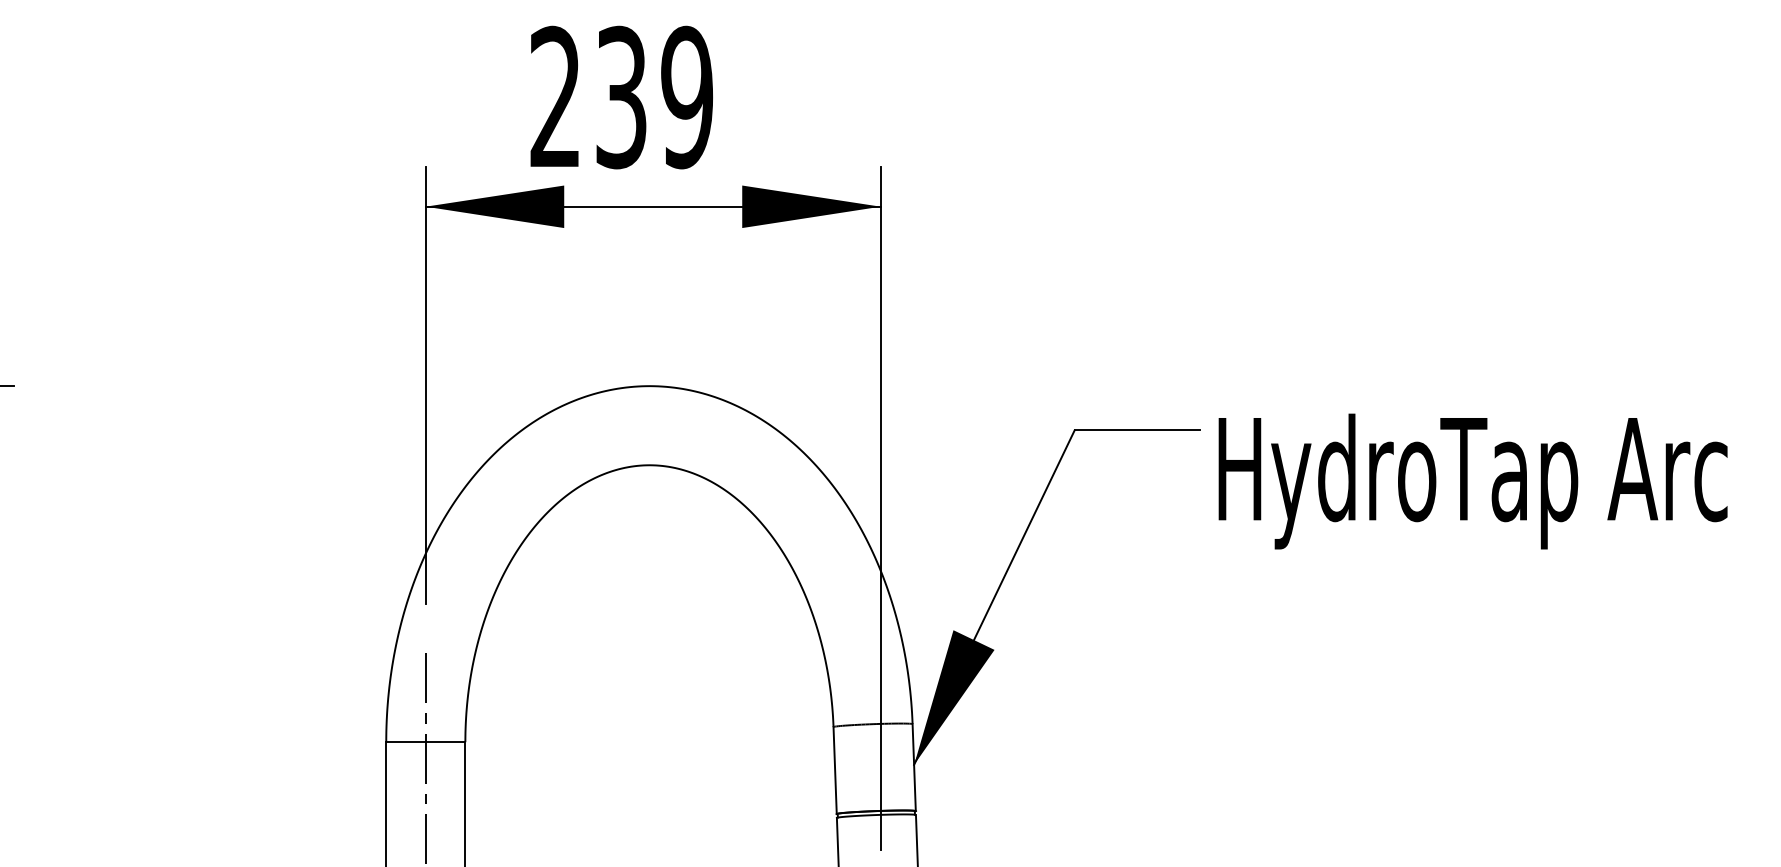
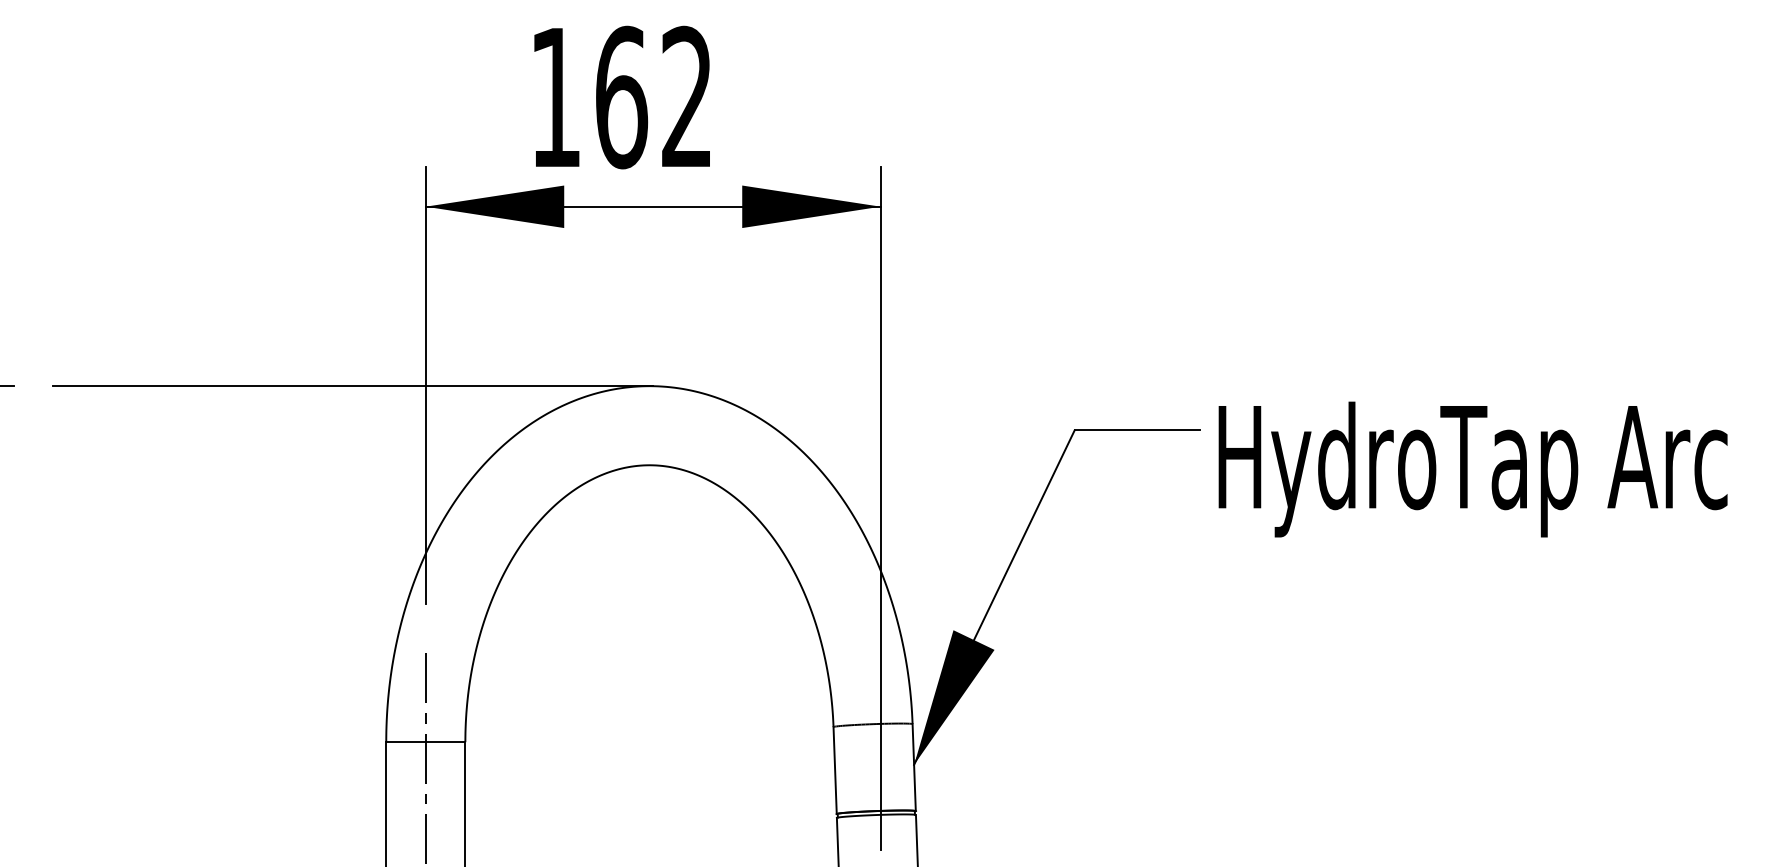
text at (621, 97): 239 -> 162
line at (352, 386): none -> present
text at (1472, 481) position: (1472, 481) -> (1472, 469)
